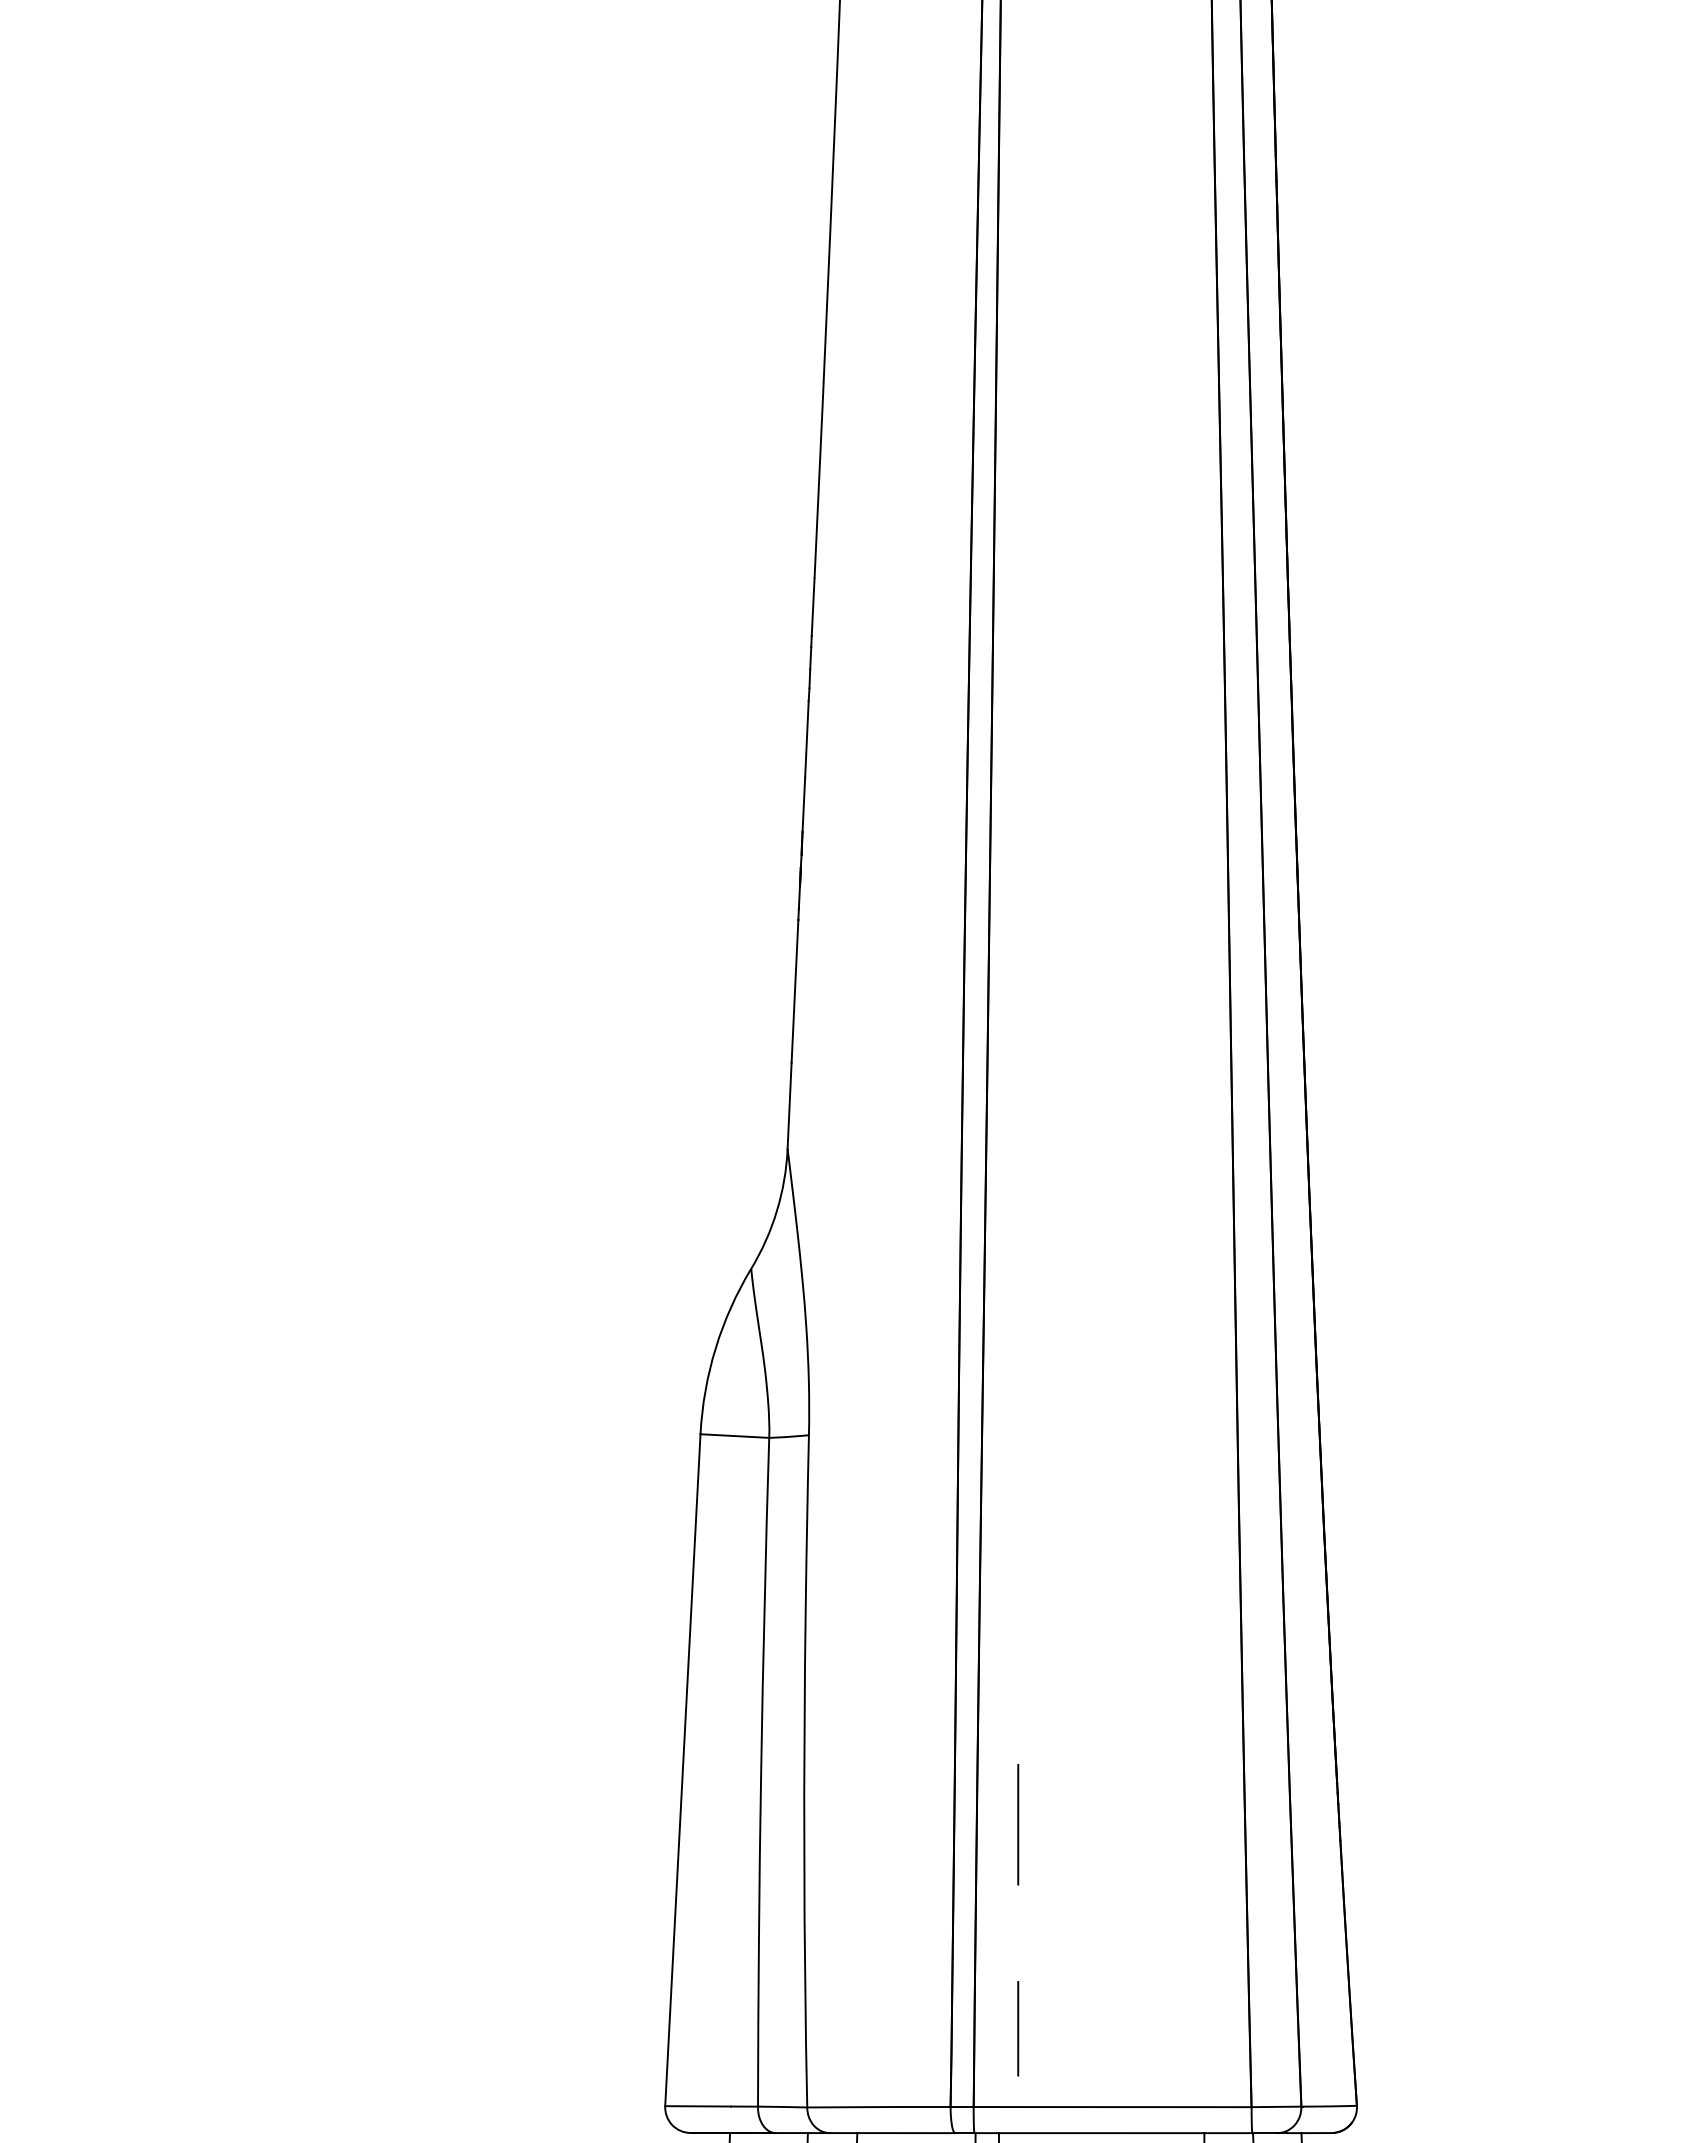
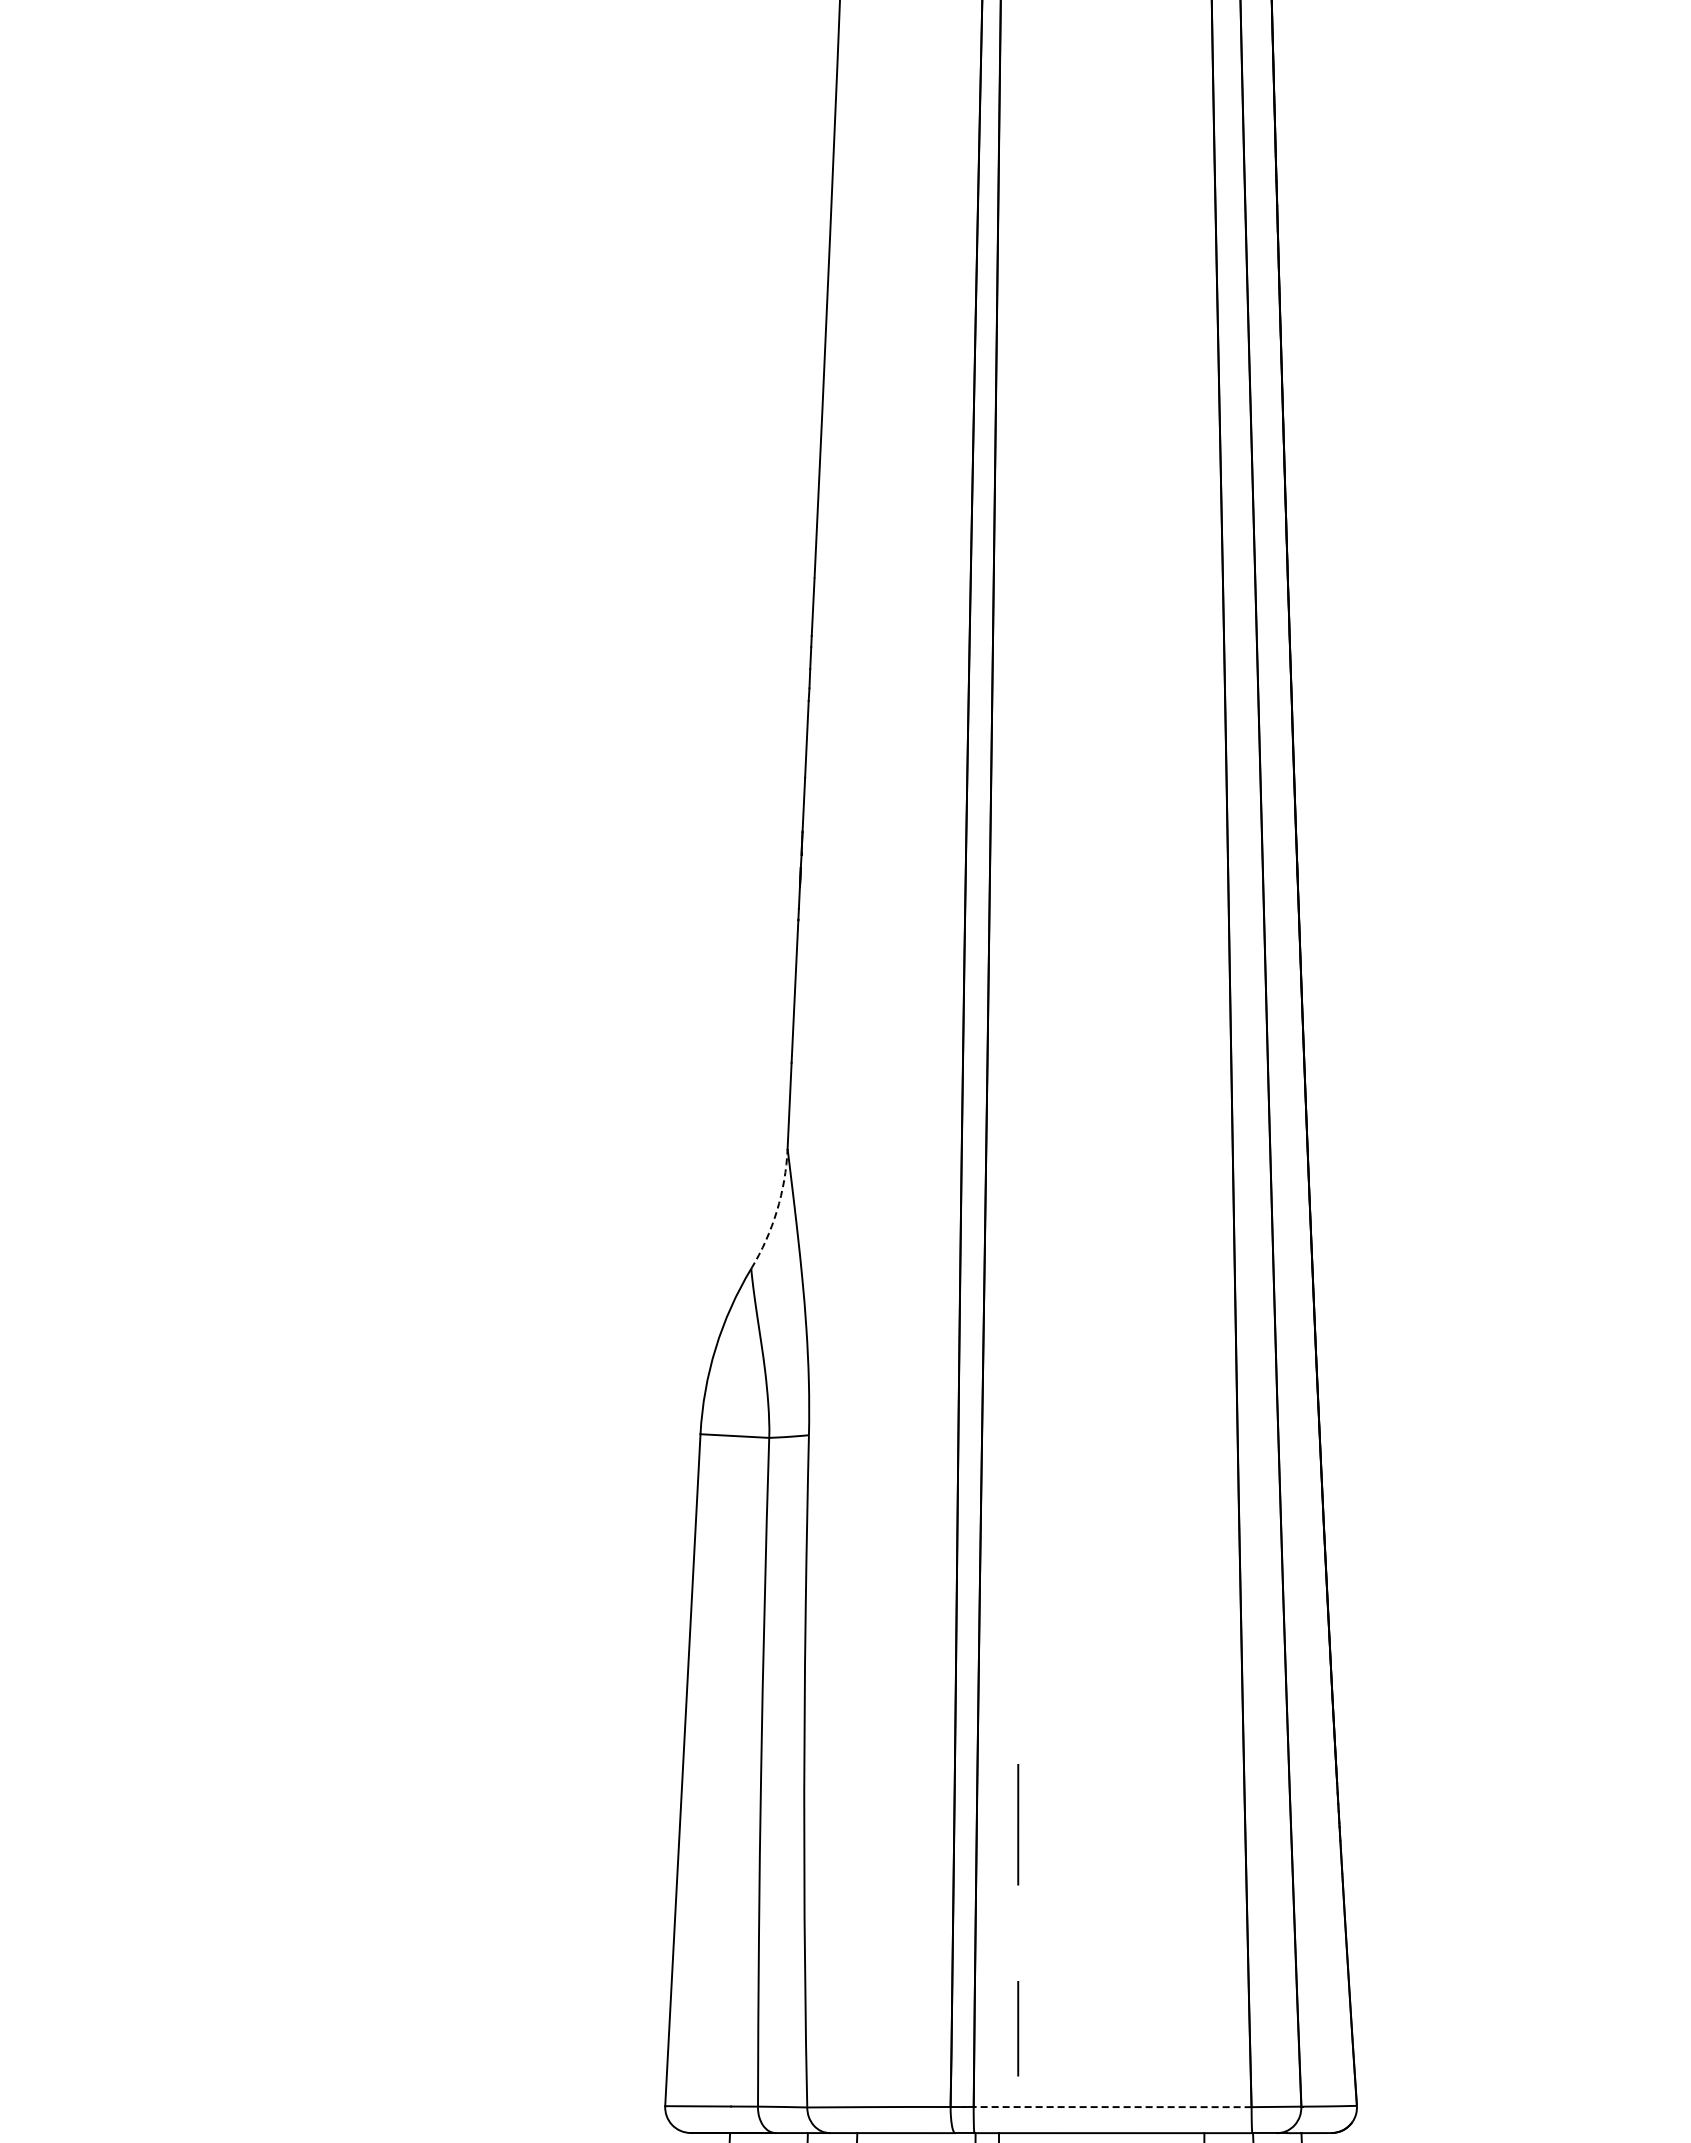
arc at (776, 1211): solid -> dashed
line at (1112, 2107): solid -> dashed
